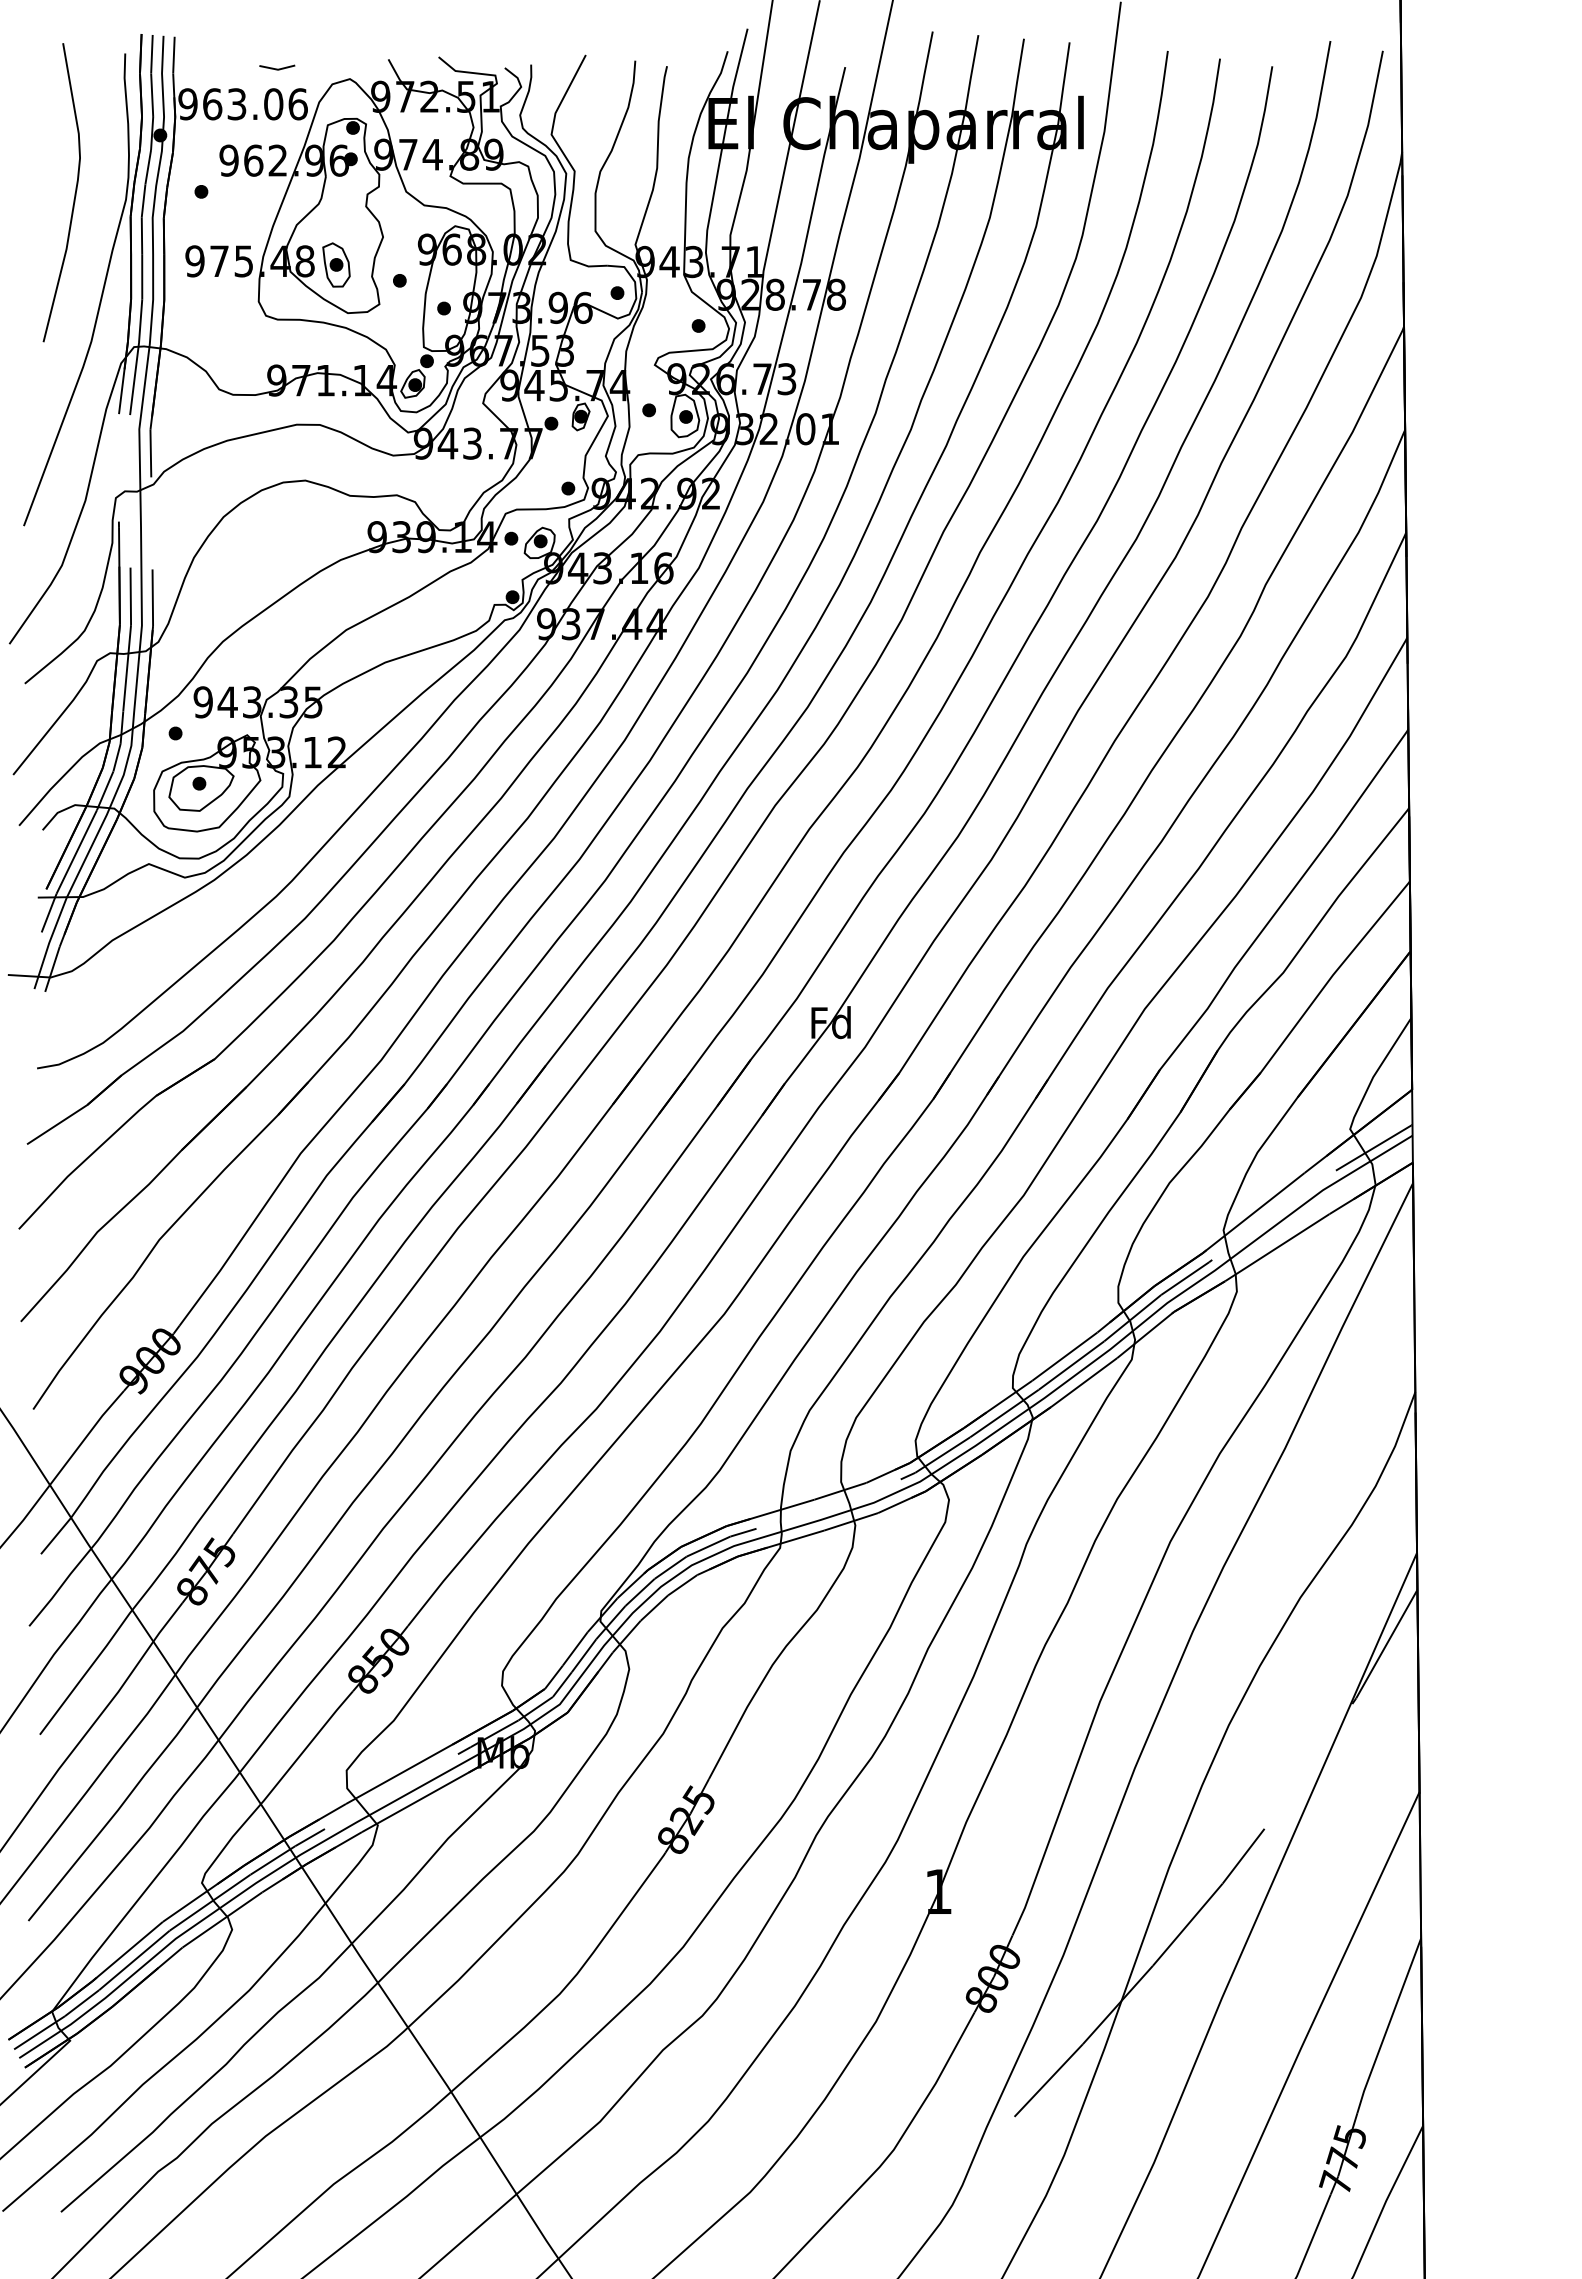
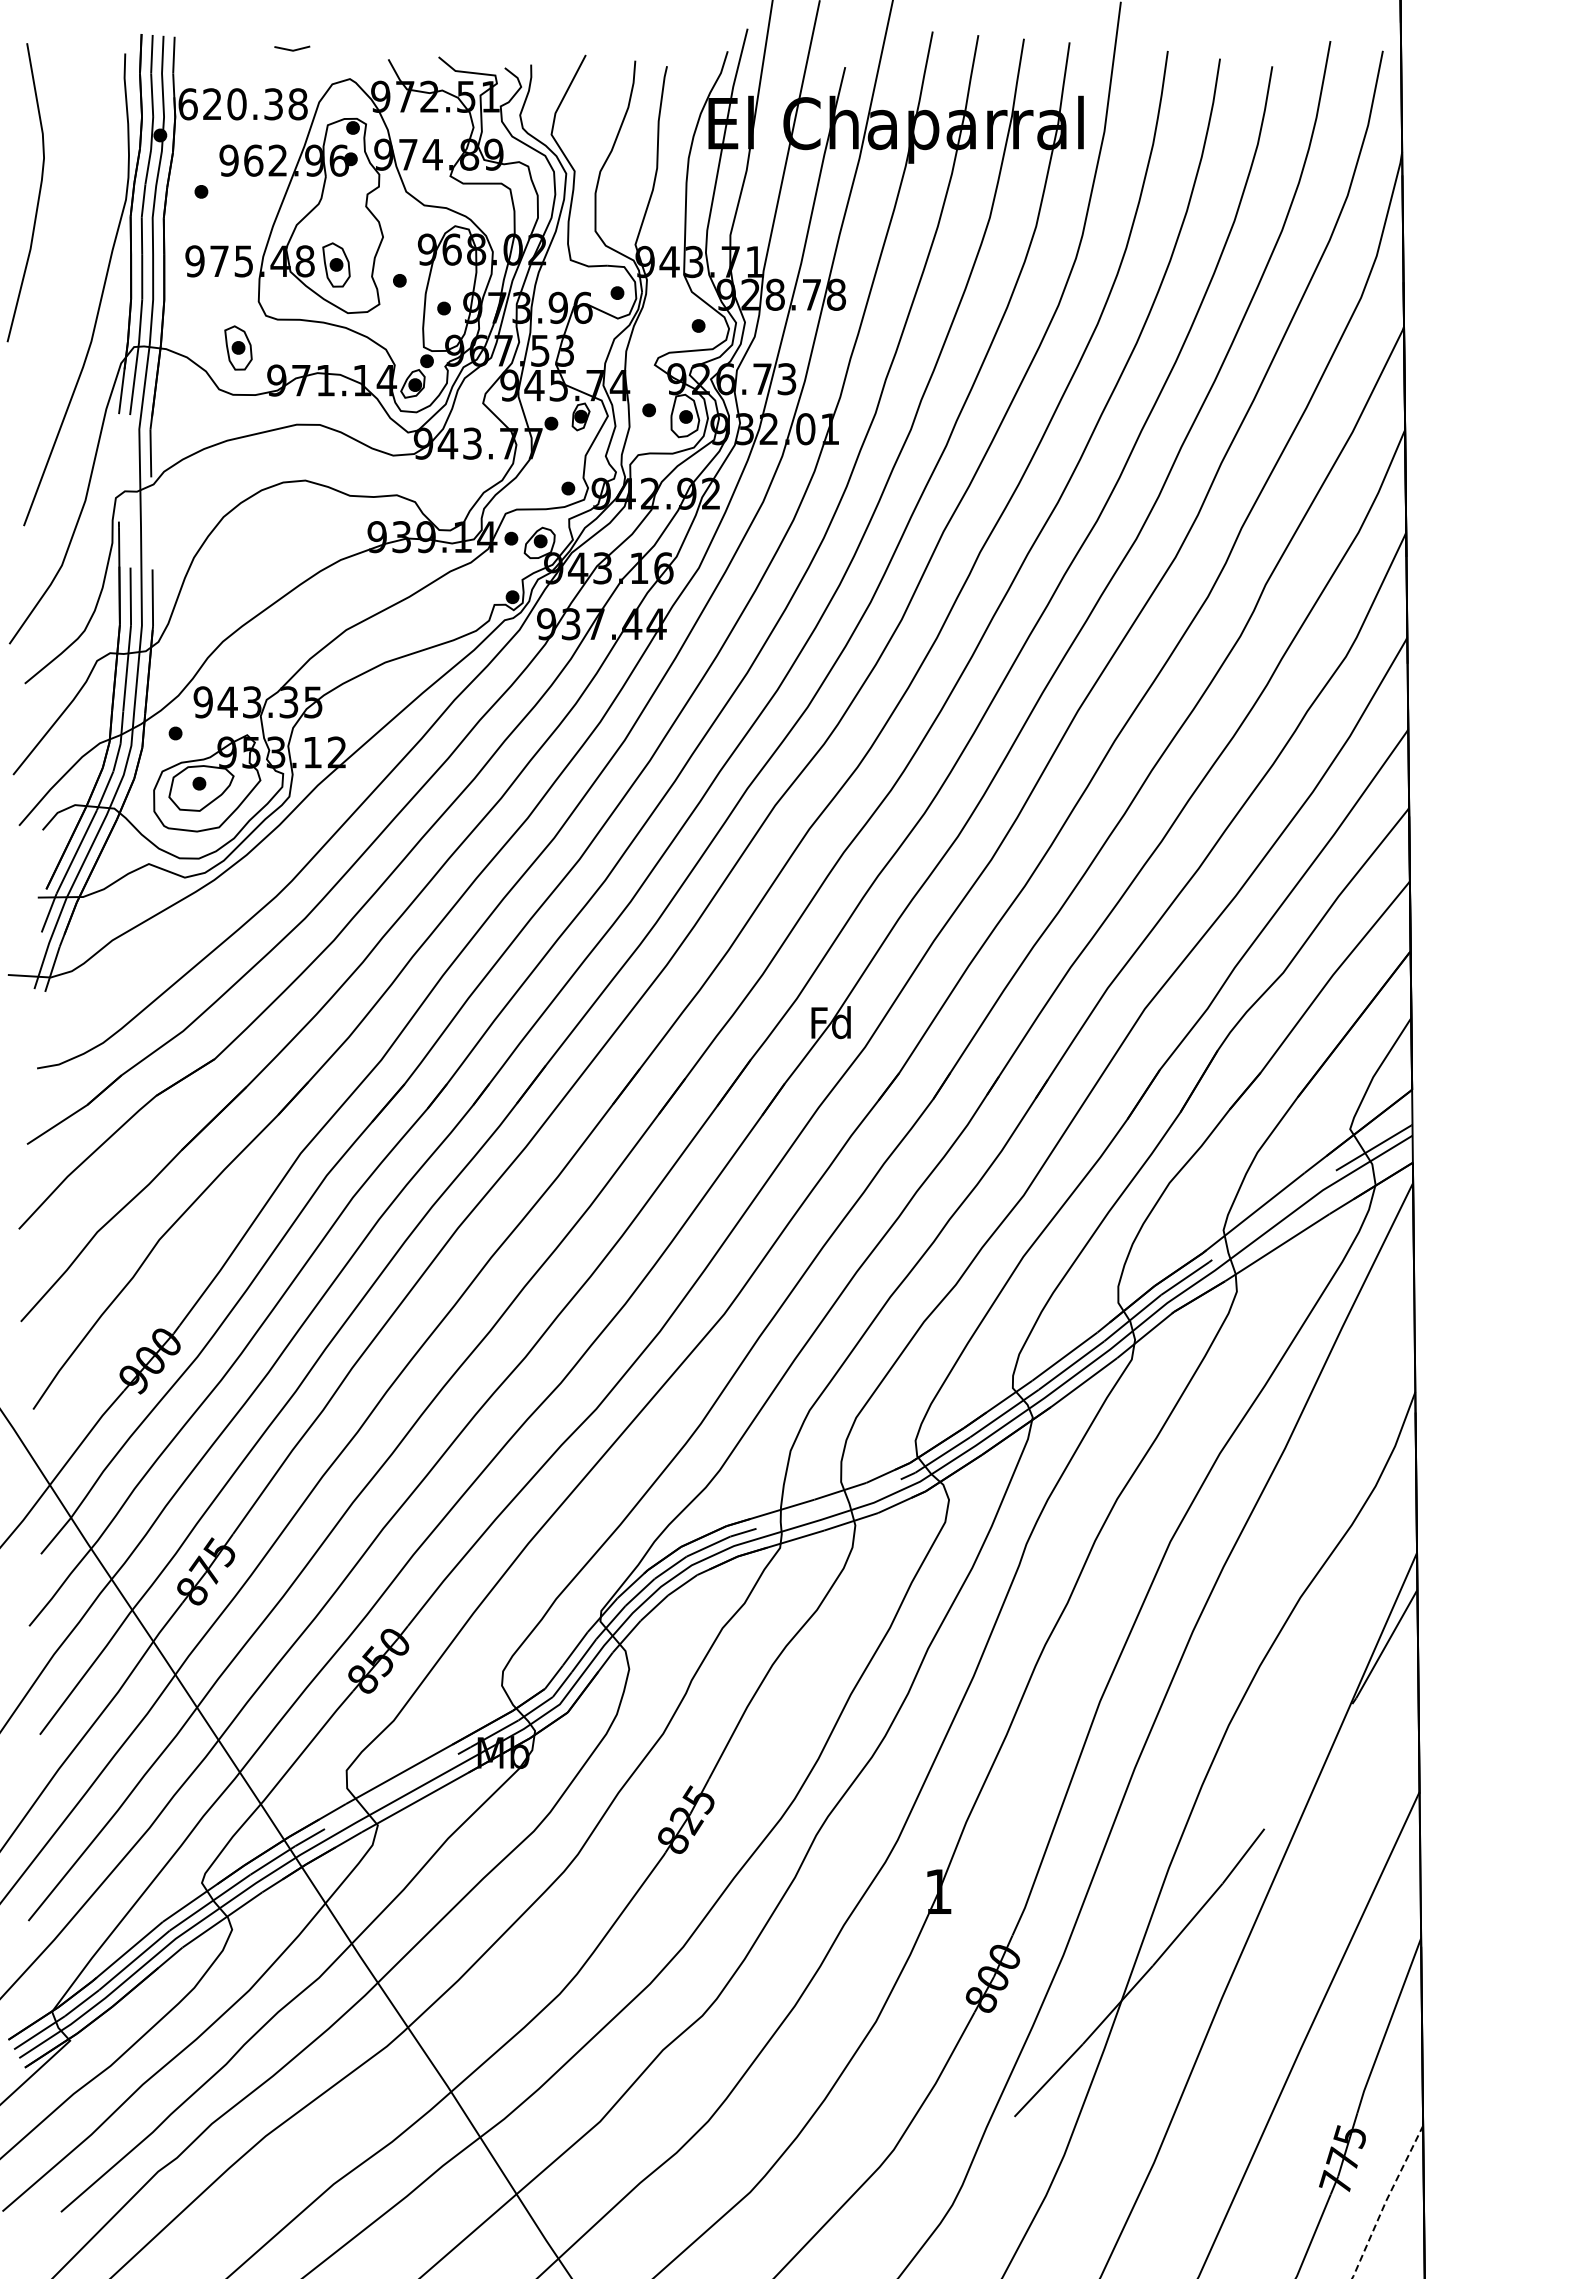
line at (277, 68) position: (277, 68) -> (292, 49)
text at (242, 104): 963.06 -> 620.38
curve at (74, 193) position: (74, 193) -> (38, 193)
part at (238, 347): none -> present
line at (1386, 2200): solid -> dashed
